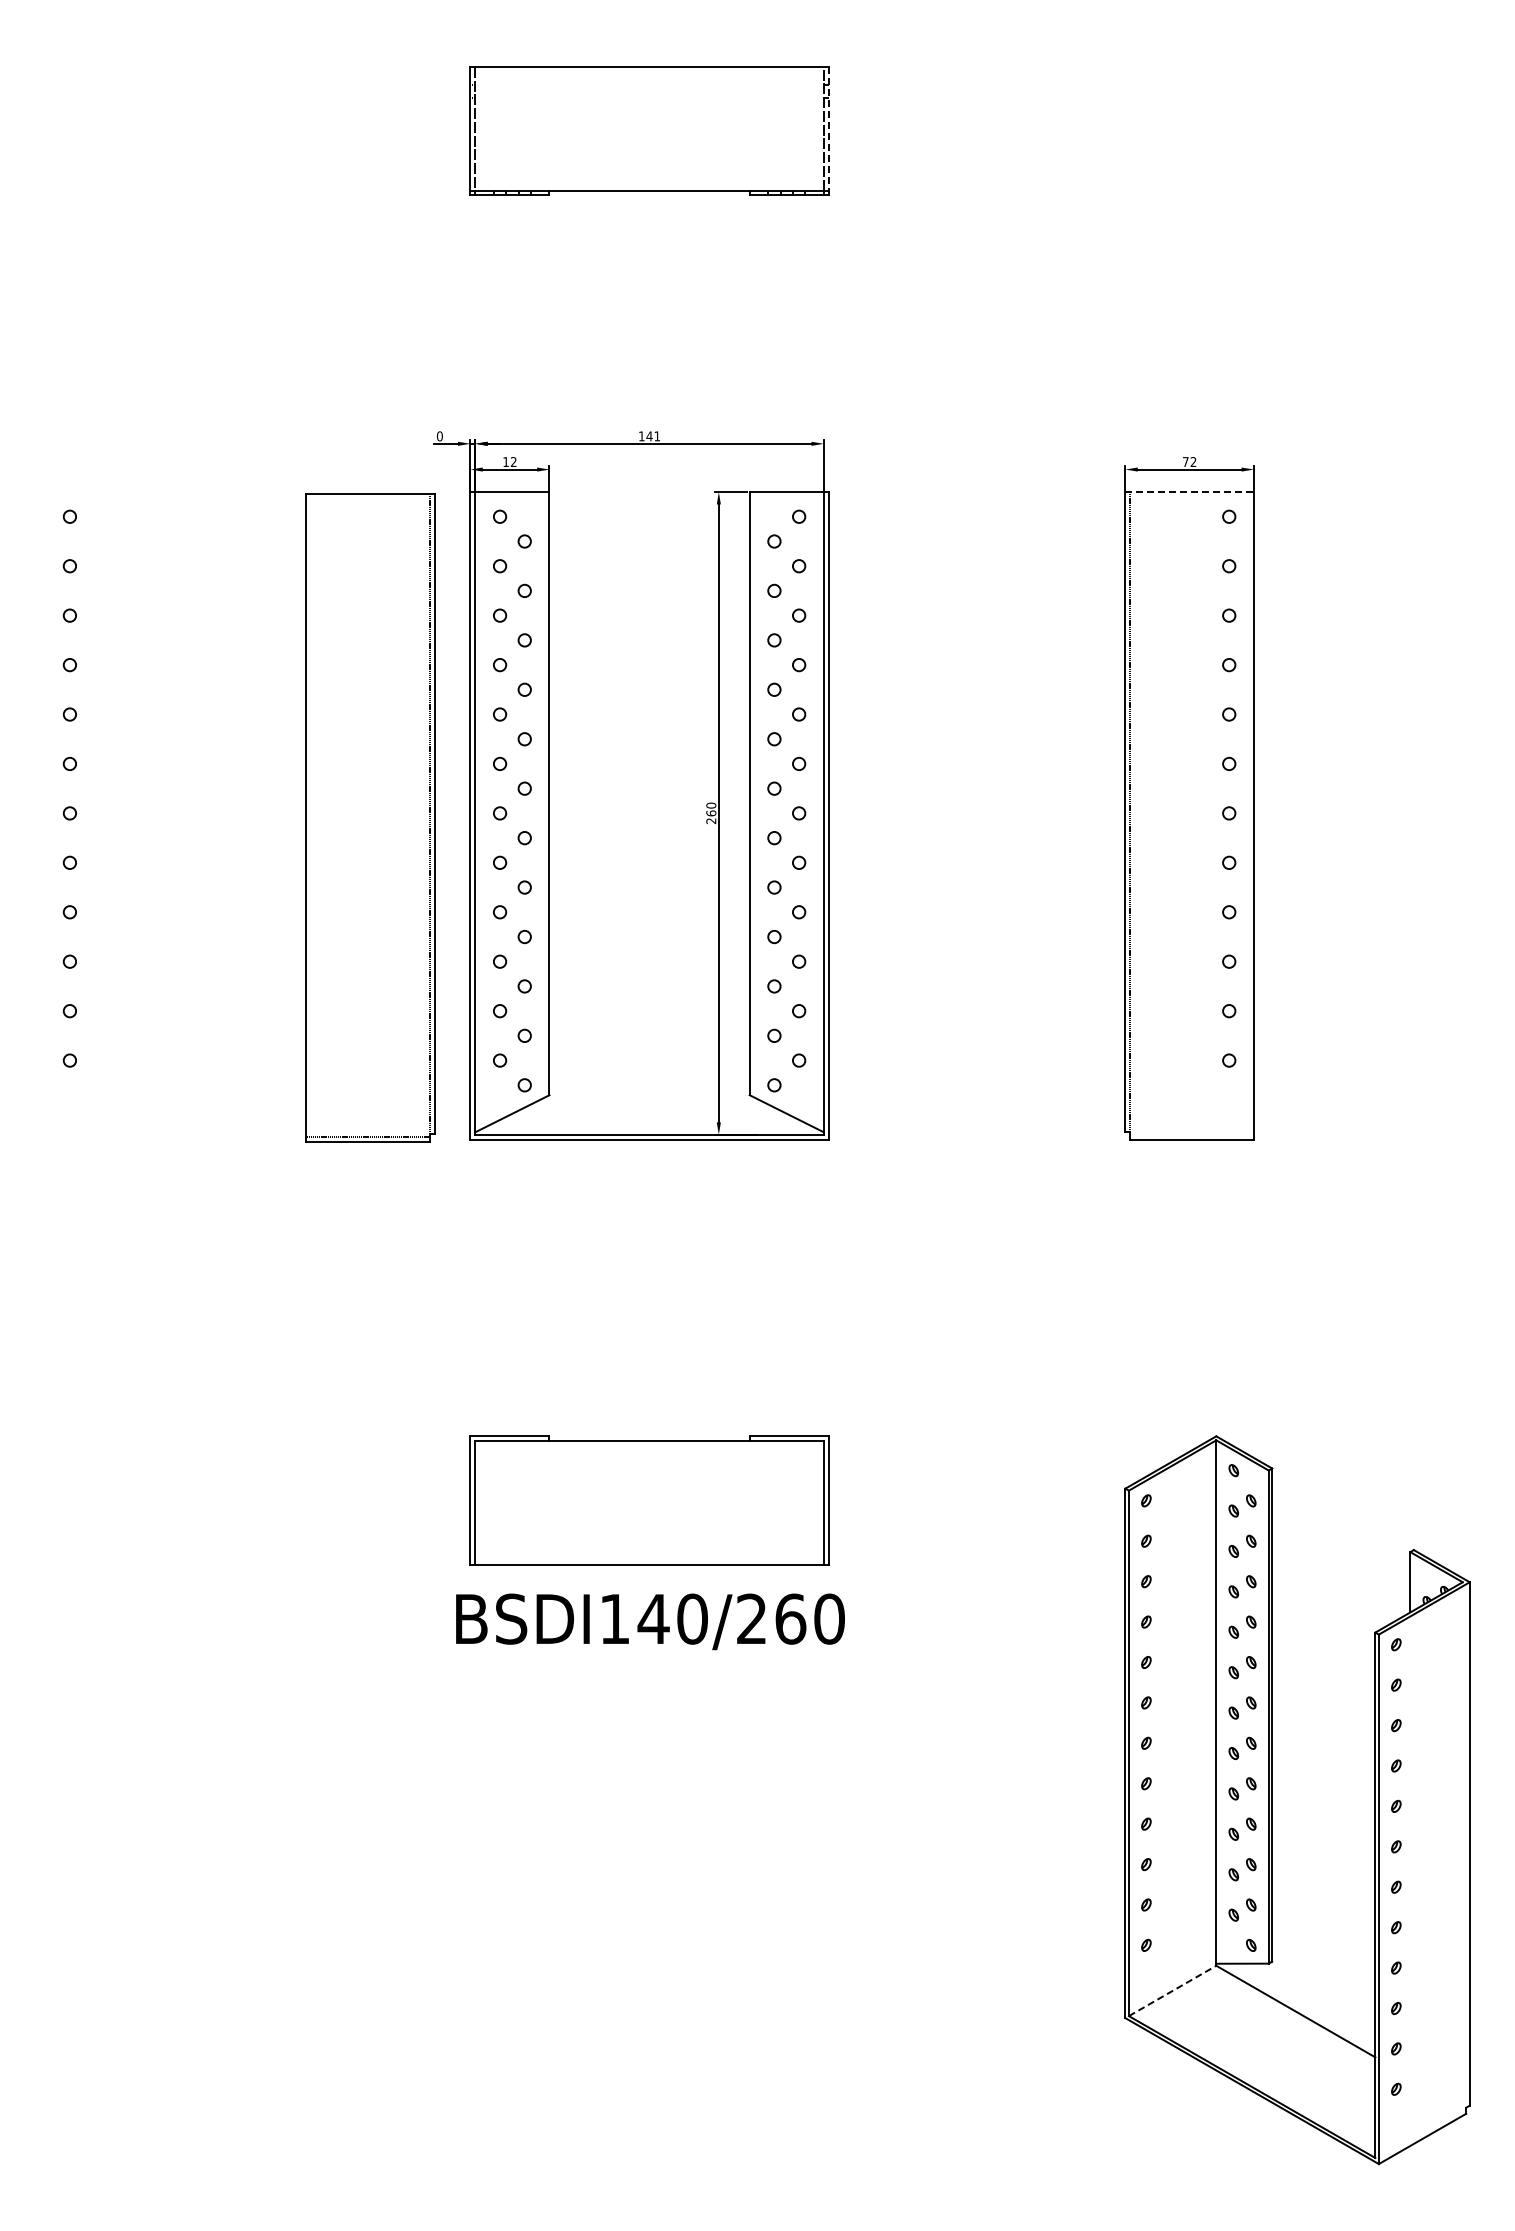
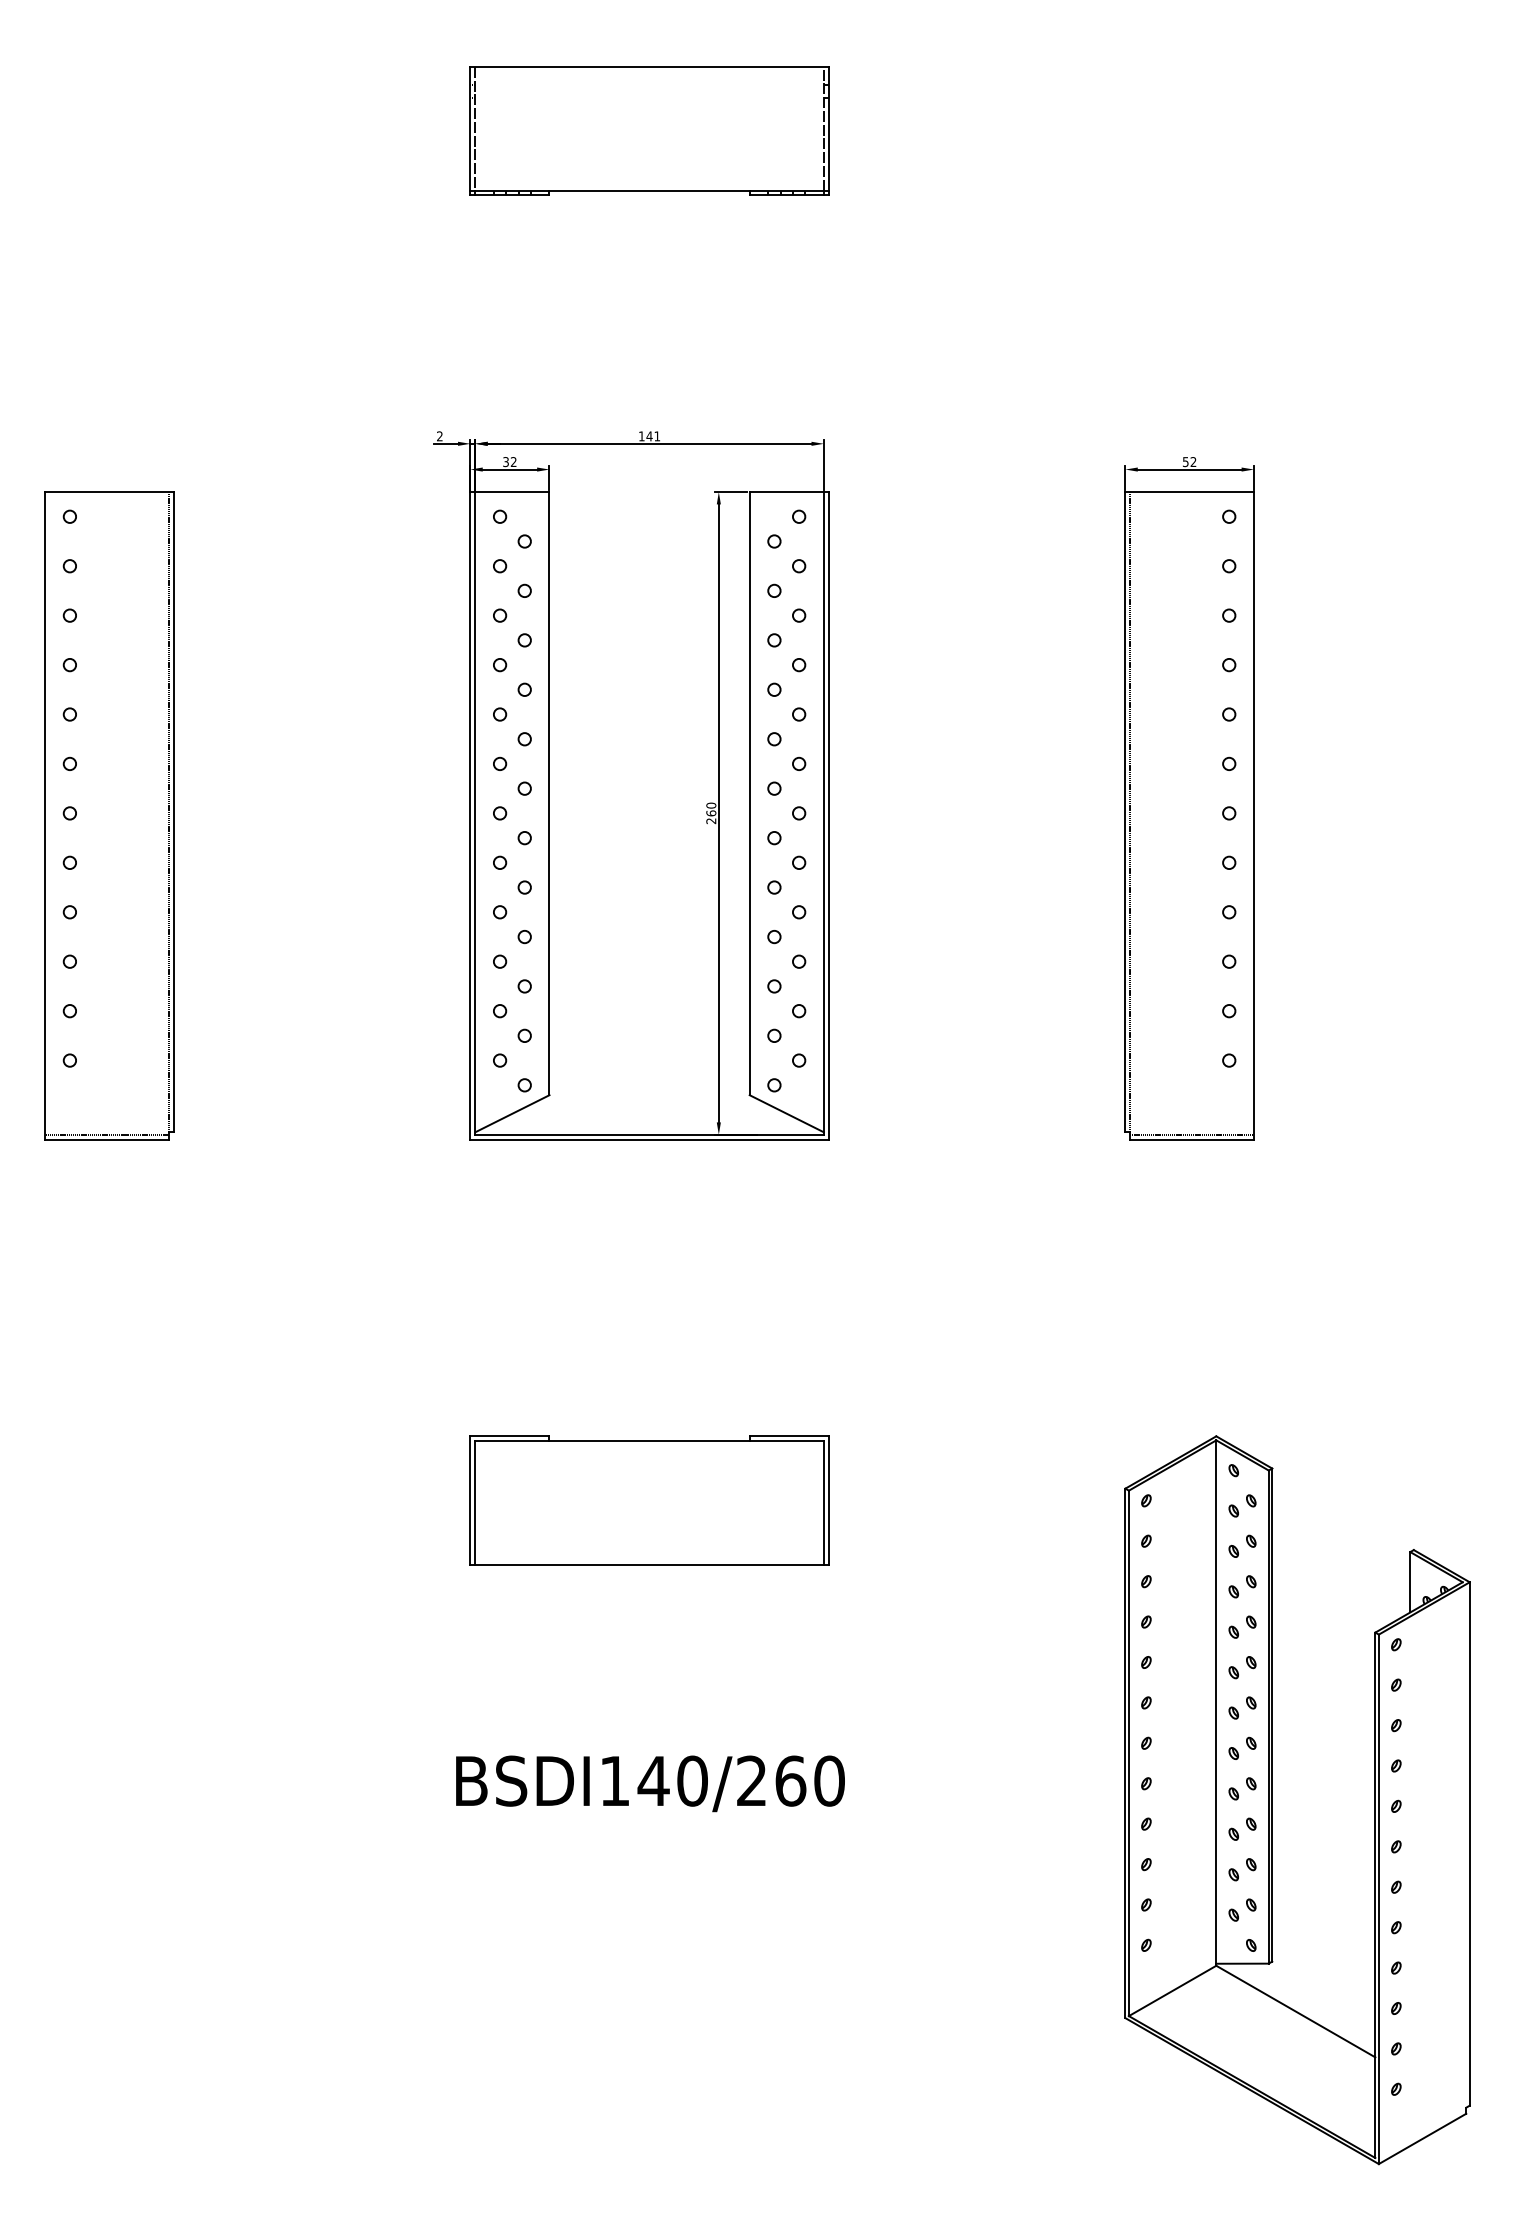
line at (828, 128): dashed -> solid
text at (439, 436): 0 -> 2
text at (505, 462): 12 -> 32
text at (1185, 462): 72 -> 52
line at (1190, 492): dashed -> solid
part at (370, 817) position: (370, 817) -> (109, 815)
line at (1191, 1134): none -> present
text at (650, 1621) position: (650, 1621) -> (650, 1783)
line at (1173, 1990): dashed -> solid
